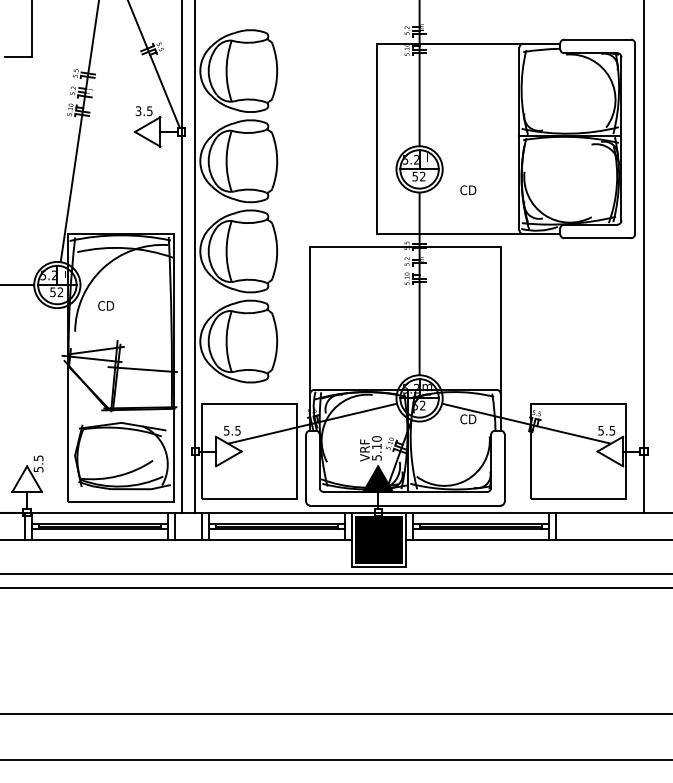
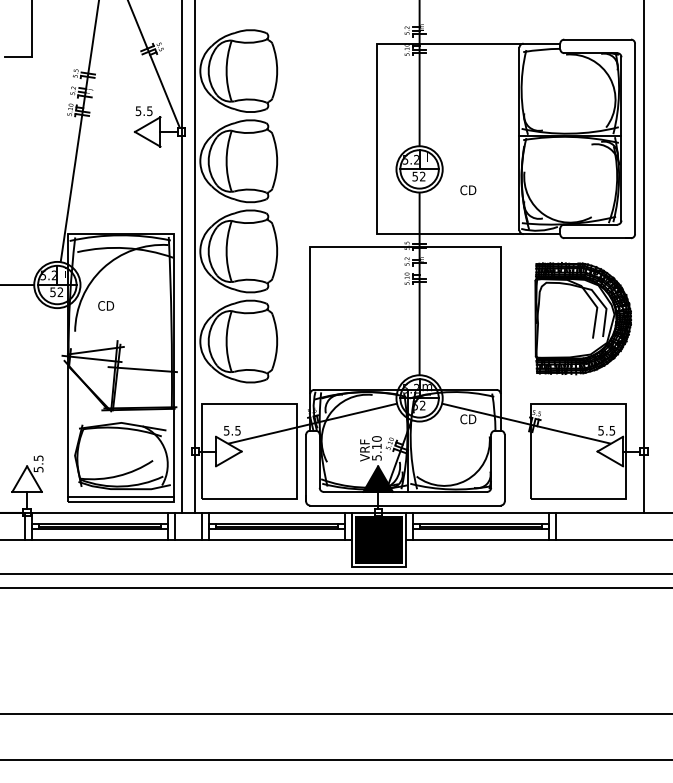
text at (138, 110): 3.5 -> 5.5
part at (582, 318): none -> present
line at (120, 497): none -> present
